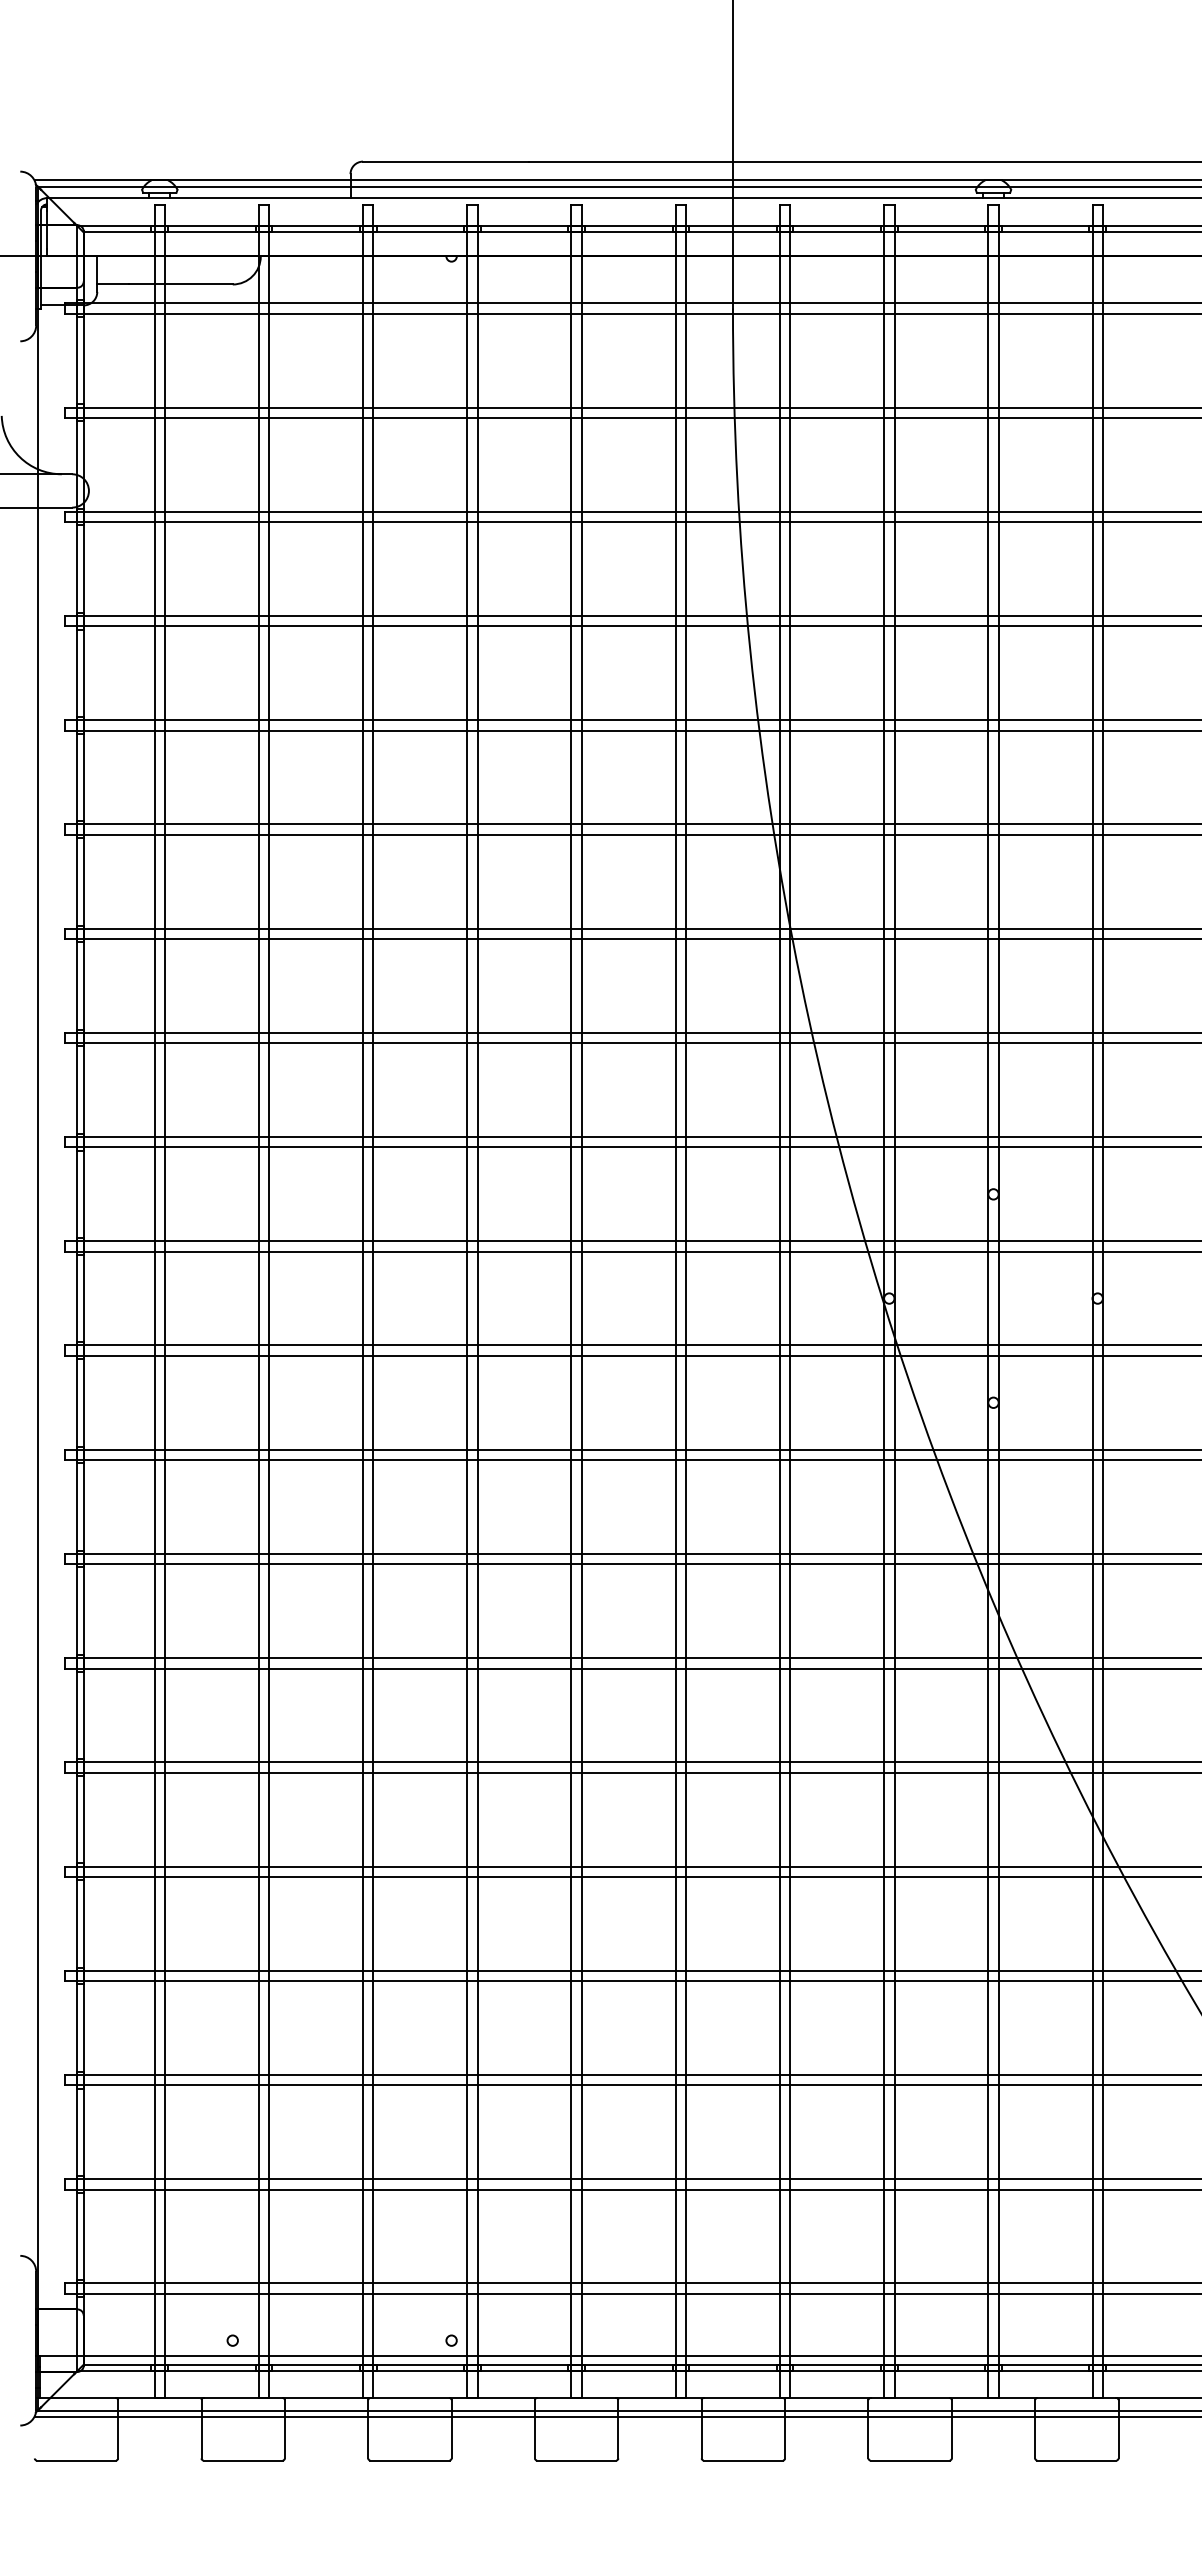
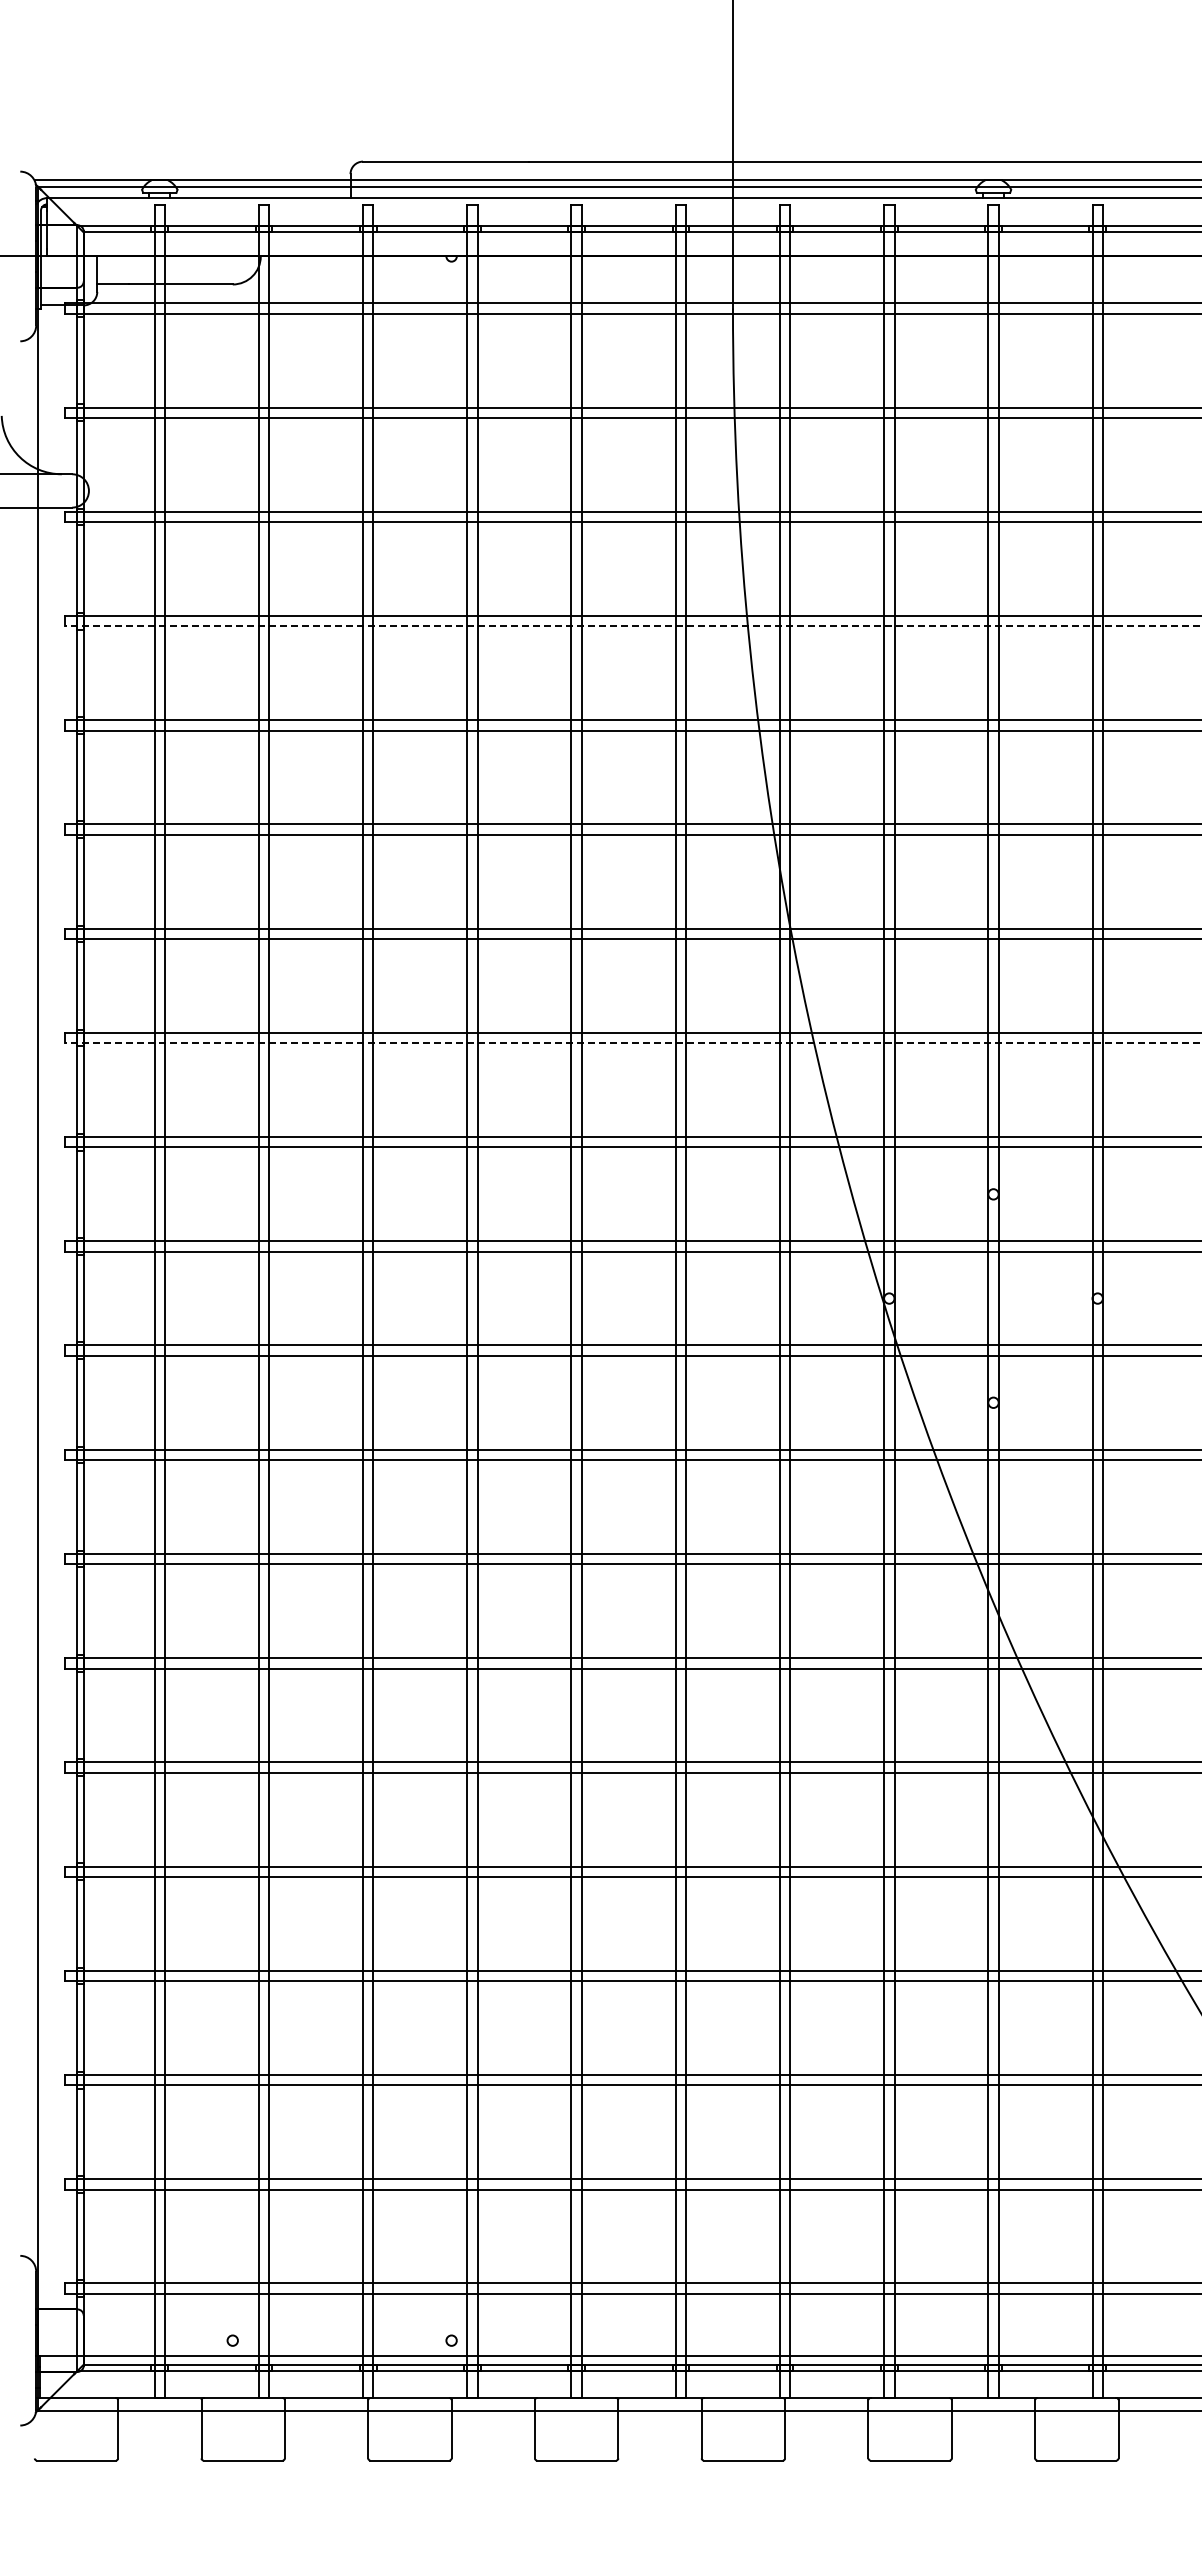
line at (632, 626): solid -> dashed
line at (632, 1043): solid -> dashed
line at (616, 2416): present -> none
